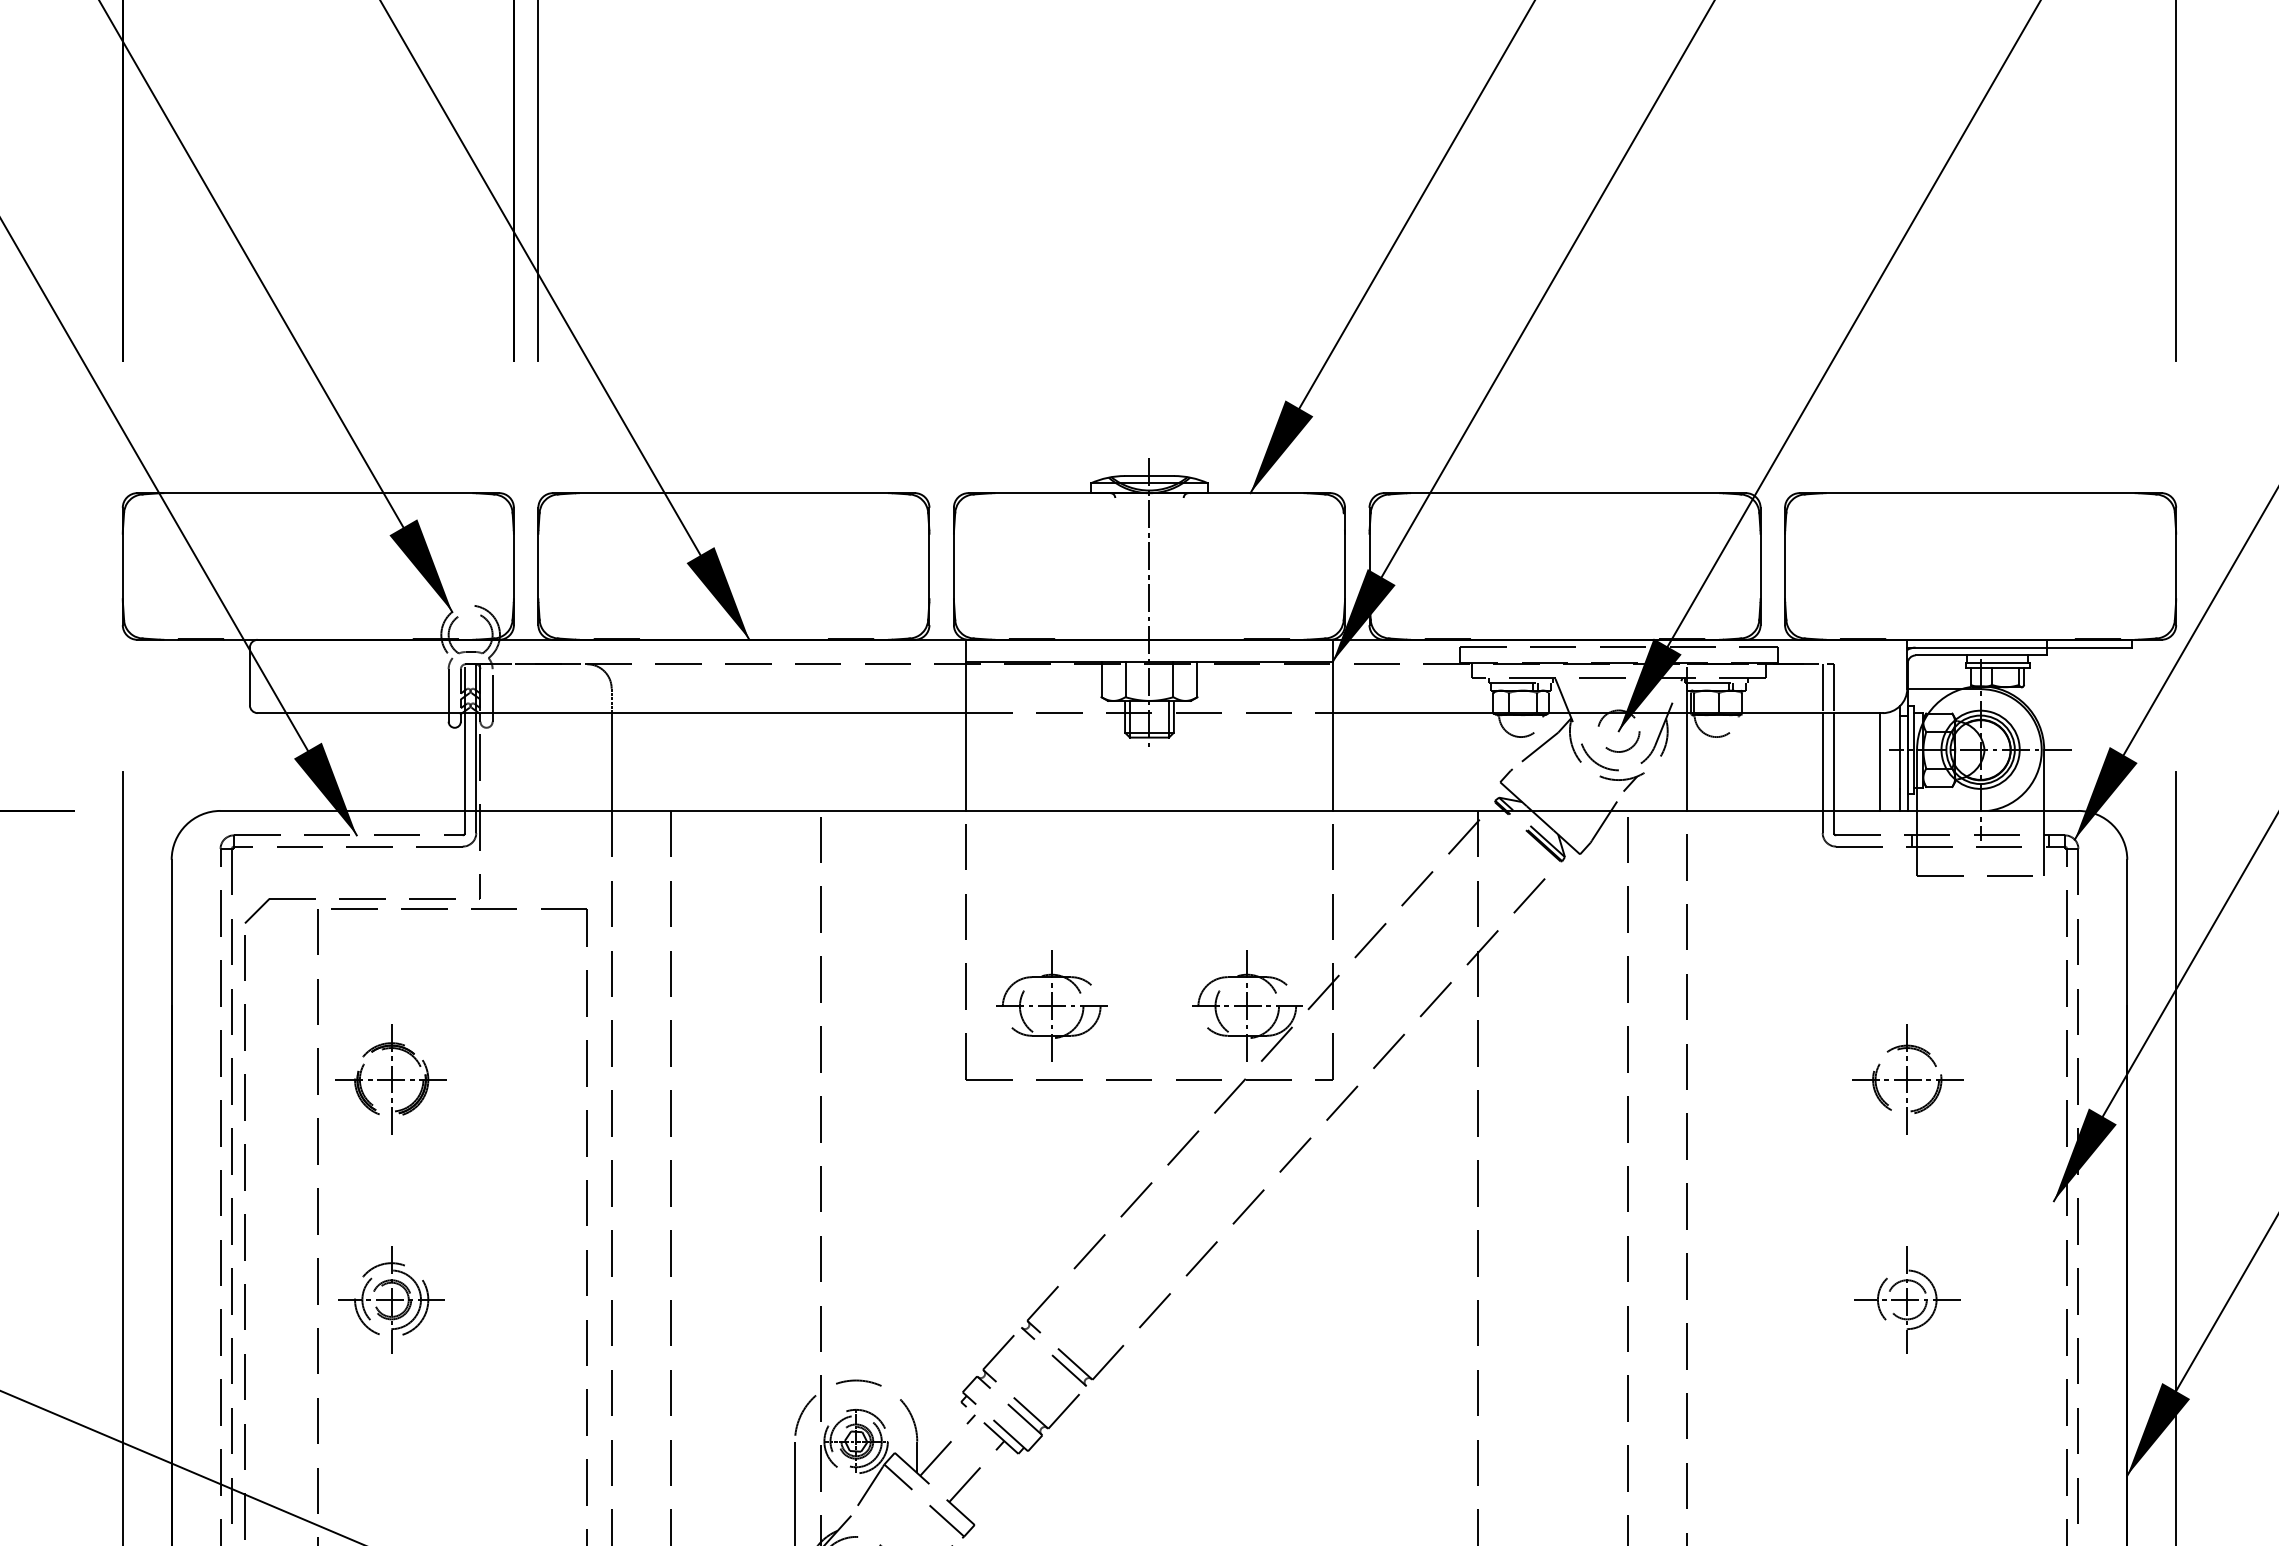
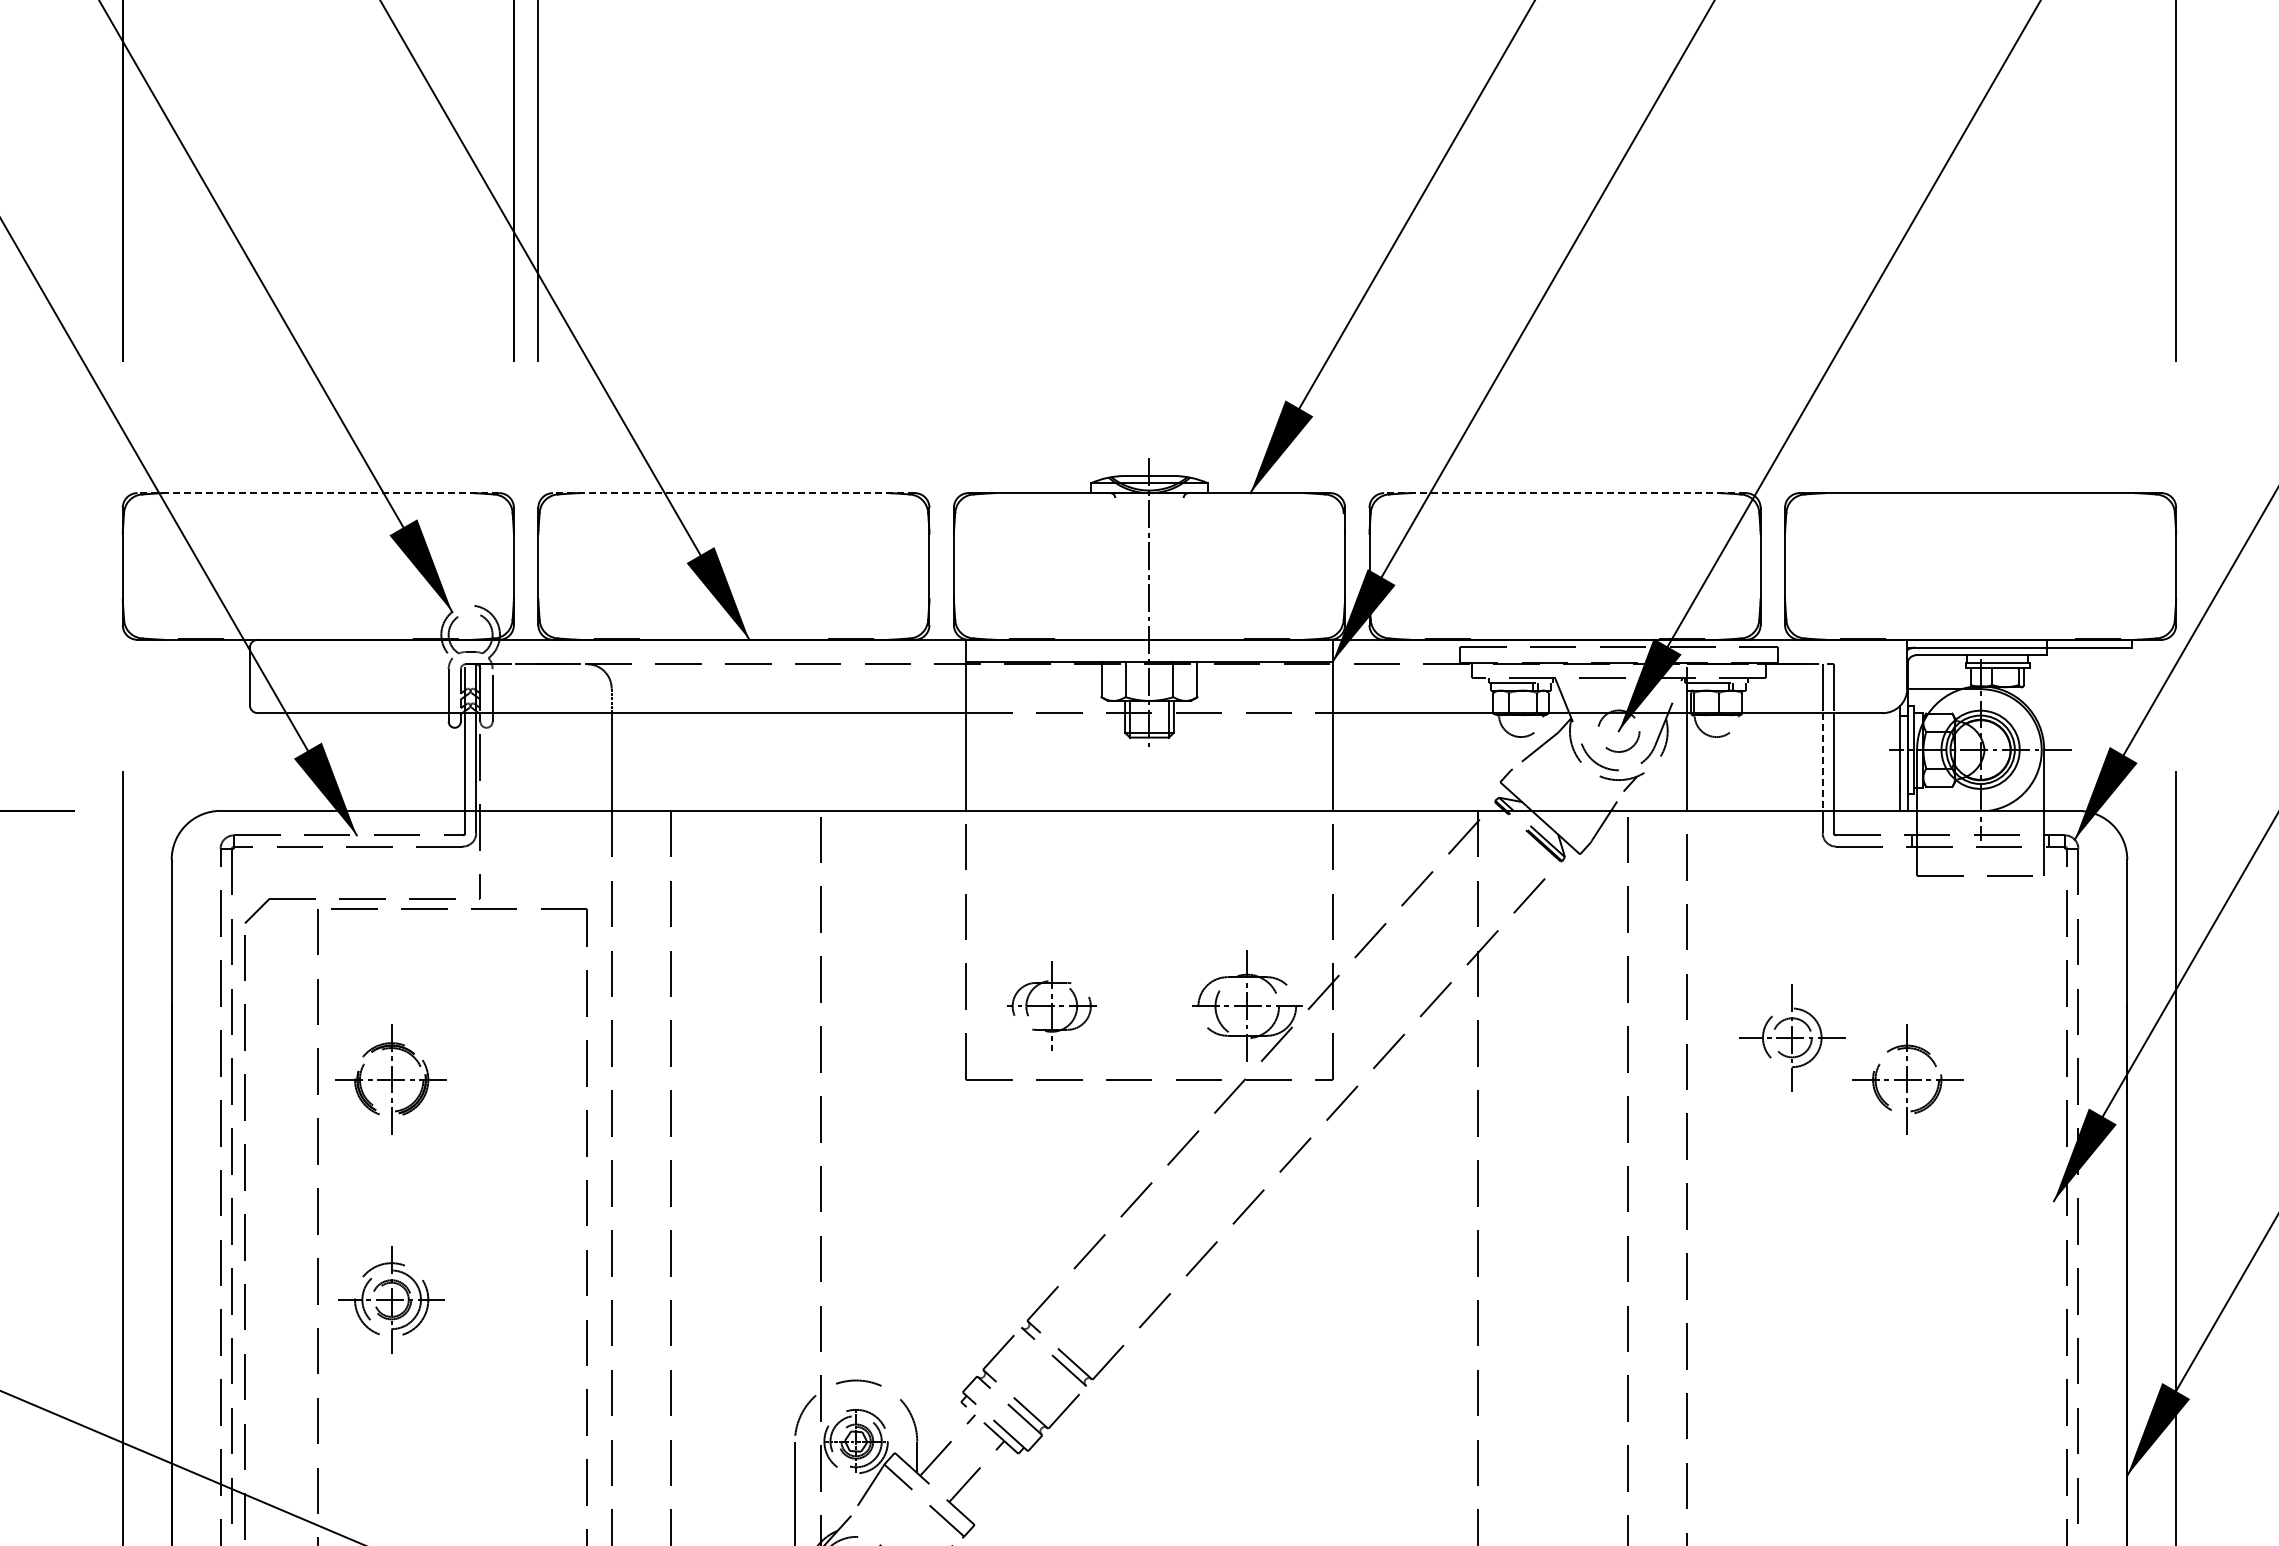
line at (318, 493): solid -> dashed
line at (733, 493): solid -> dashed
line at (1565, 493): solid -> dashed
line at (1880, 761): present -> none
line at (1822, 762): solid -> dashed
part at (1051, 1005) size: 112x112 px -> 90x90 px
part at (1907, 1299) position: (1907, 1299) -> (1792, 1037)
